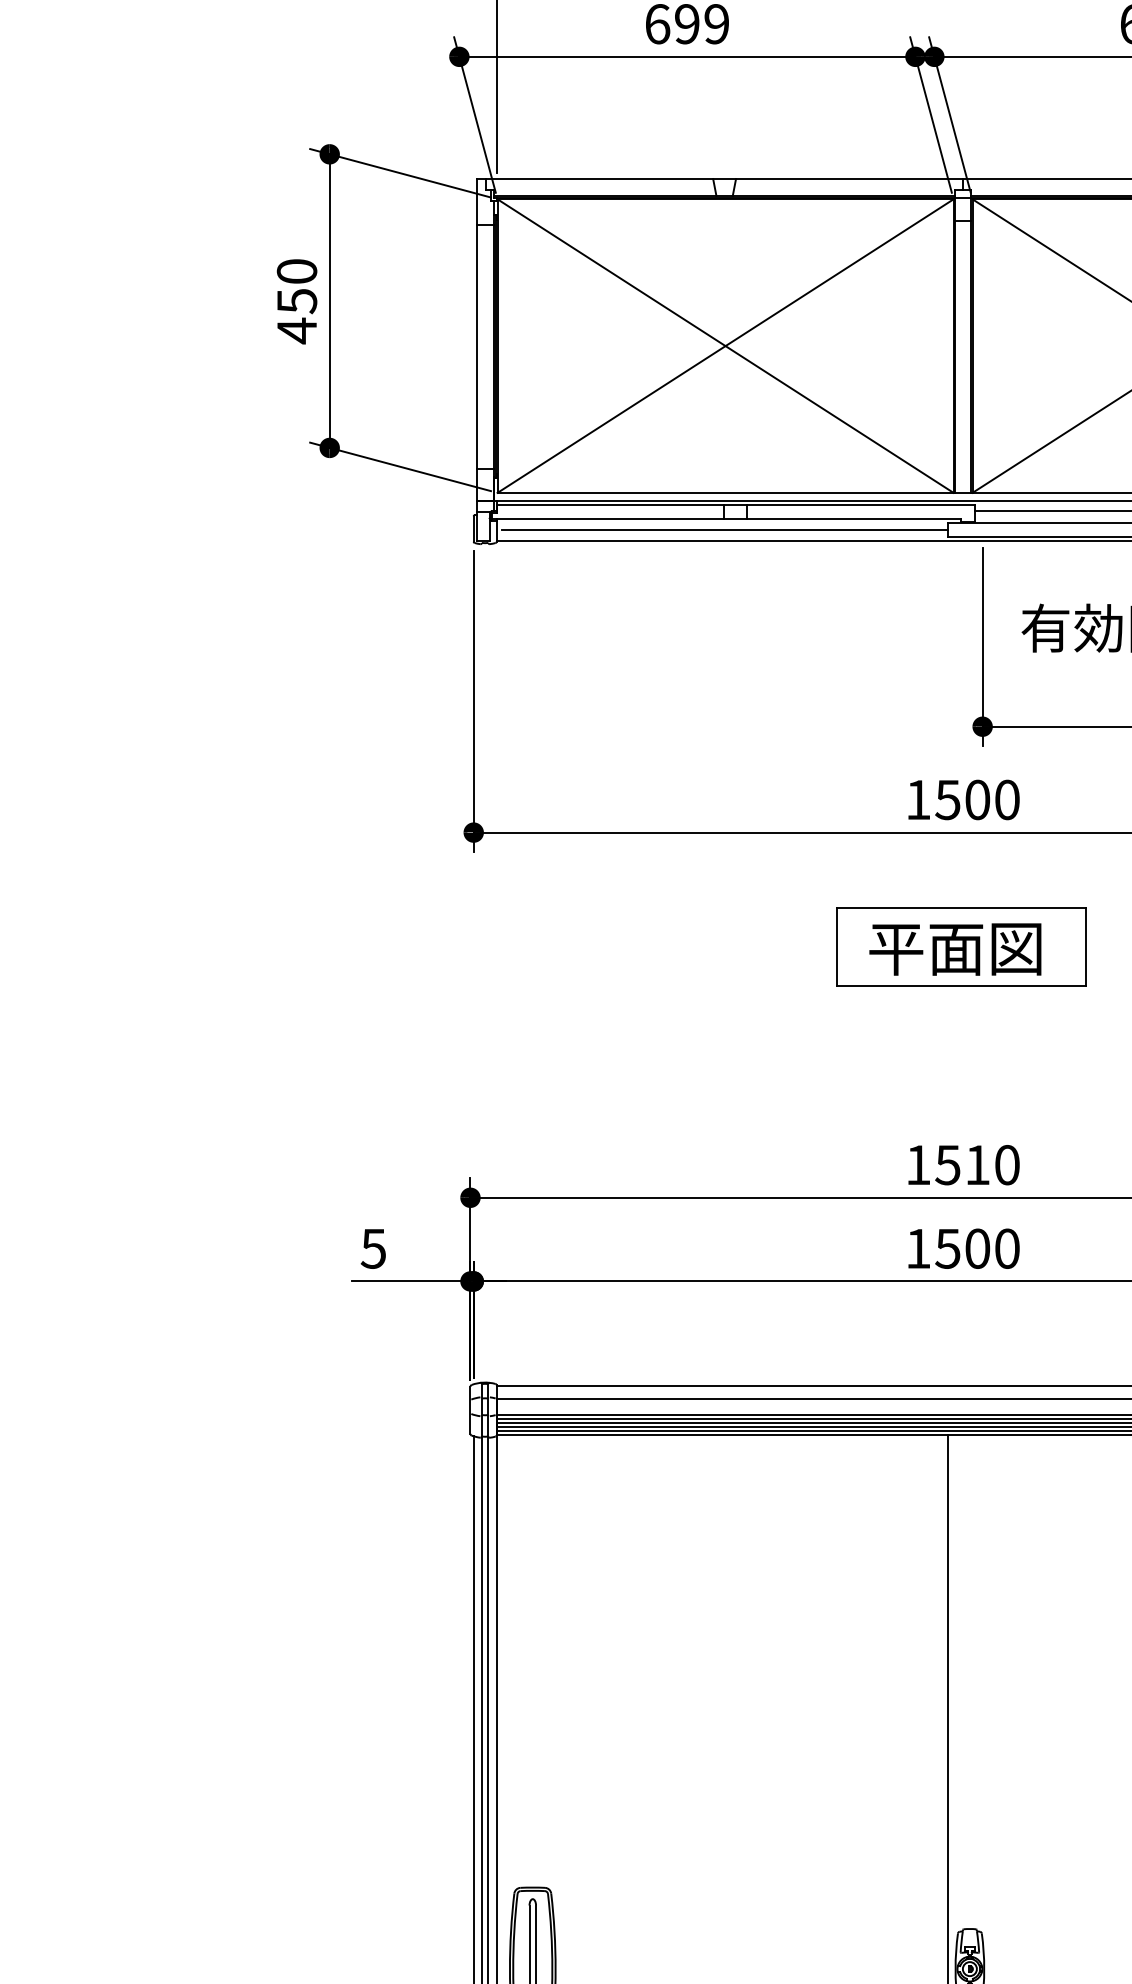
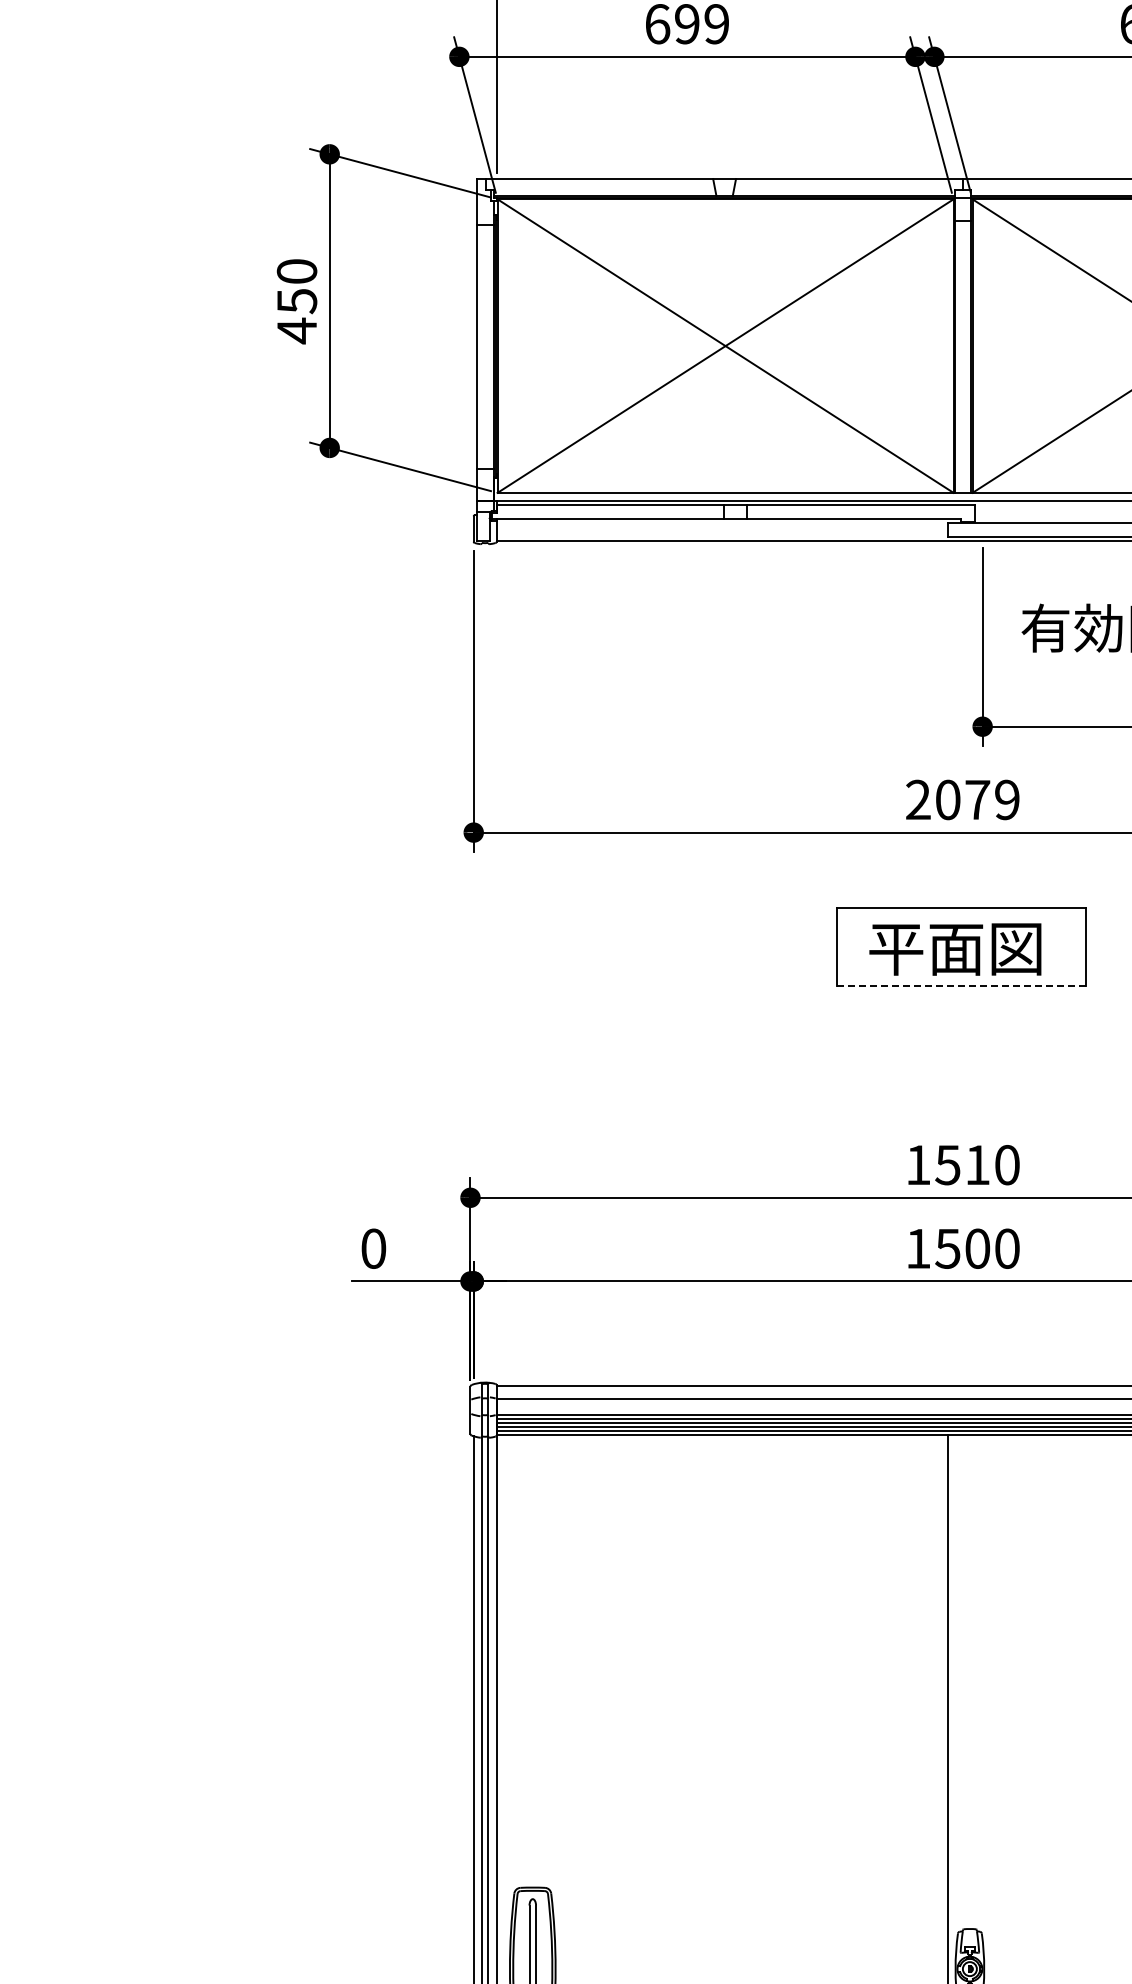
line at (1051, 511): present -> none
line at (724, 529): present -> none
text at (962, 799): 1500 -> 2079
line at (961, 986): solid -> dashed
text at (373, 1248): 5 -> 0
